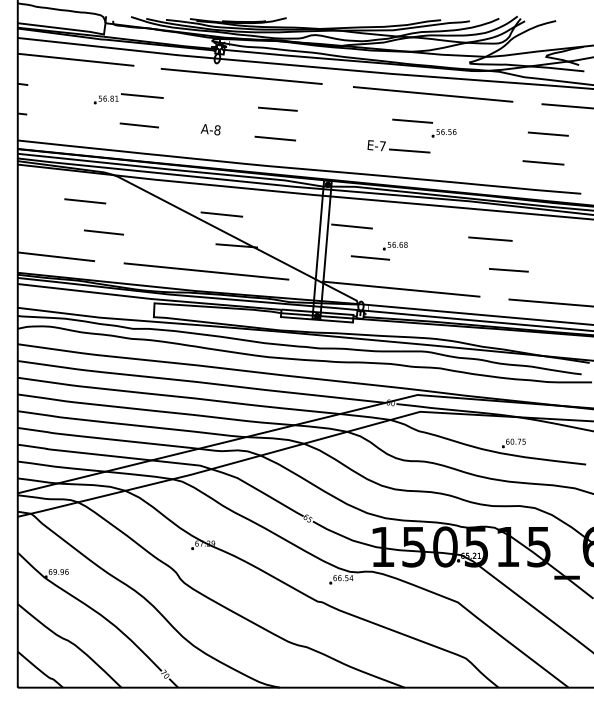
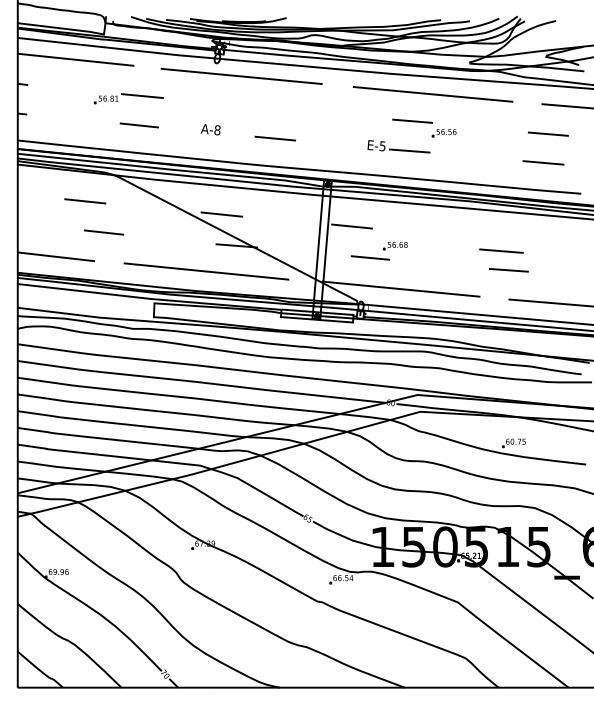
line at (277, 108): present -> none
text at (382, 146): E-7 -> E-5
line at (490, 238) position: (490, 238) -> (501, 250)
